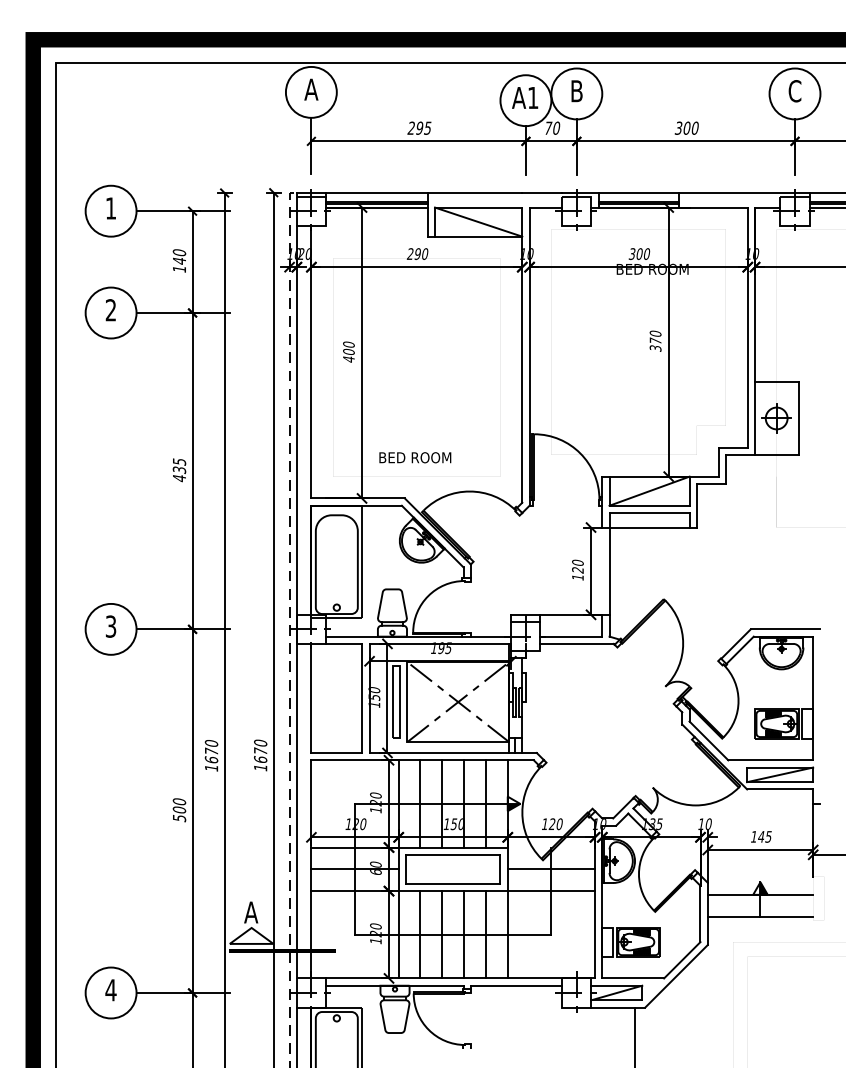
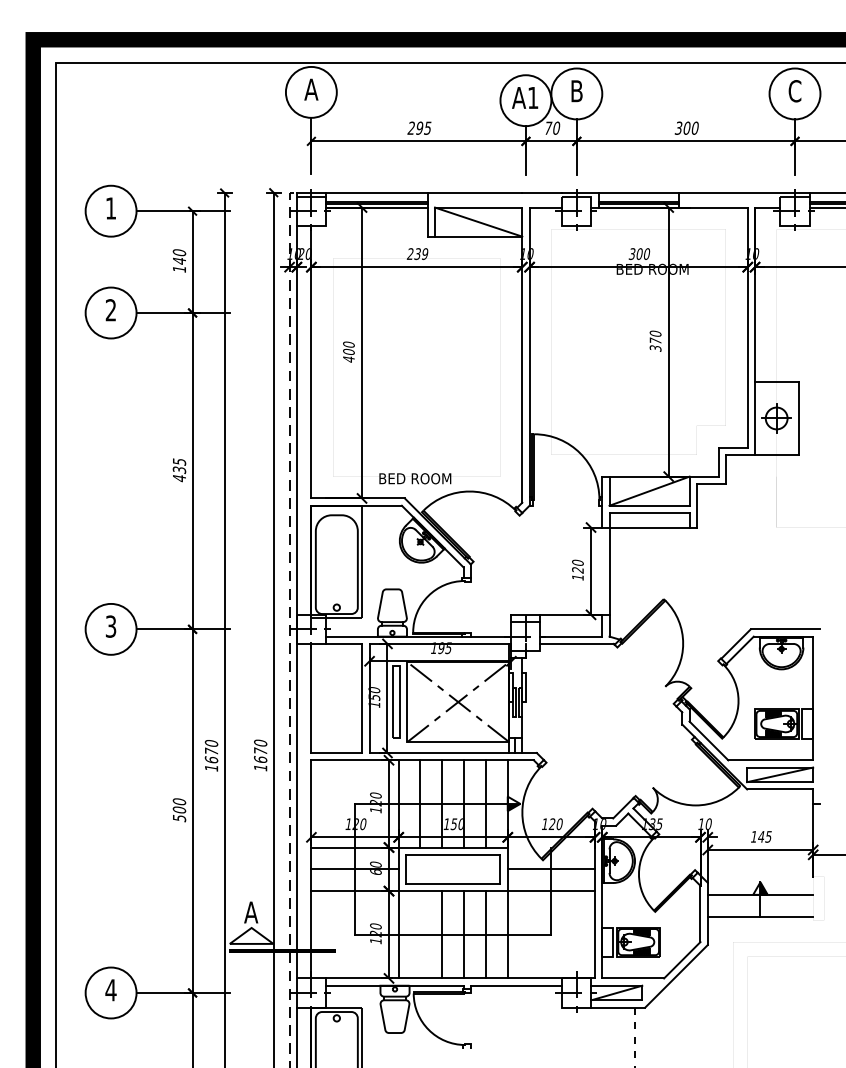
text at (420, 253): 290 -> 239
text at (415, 457) position: (415, 457) -> (415, 478)
line at (420, 934): present -> none
line at (635, 1037): solid -> dashed
